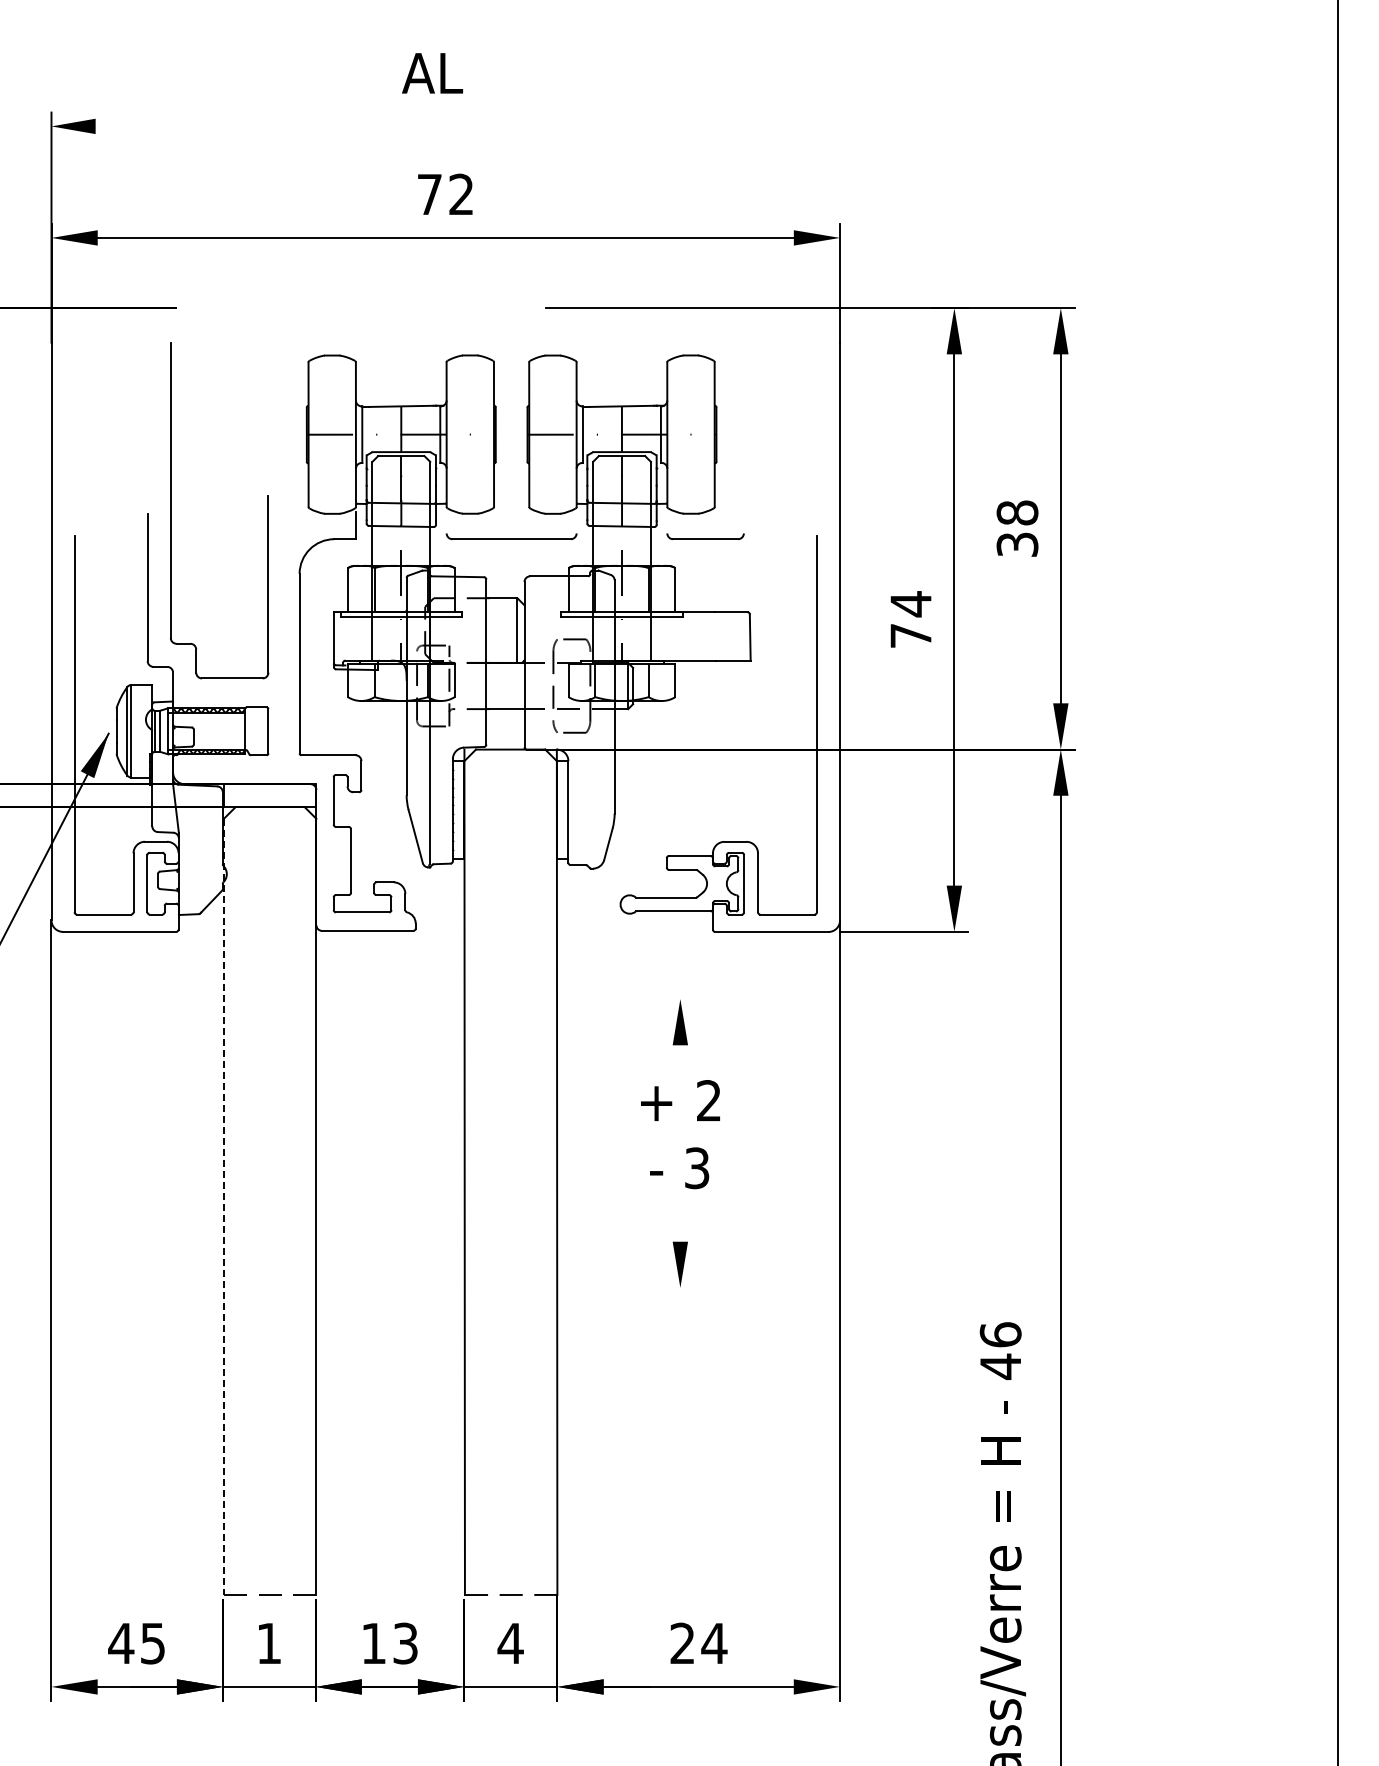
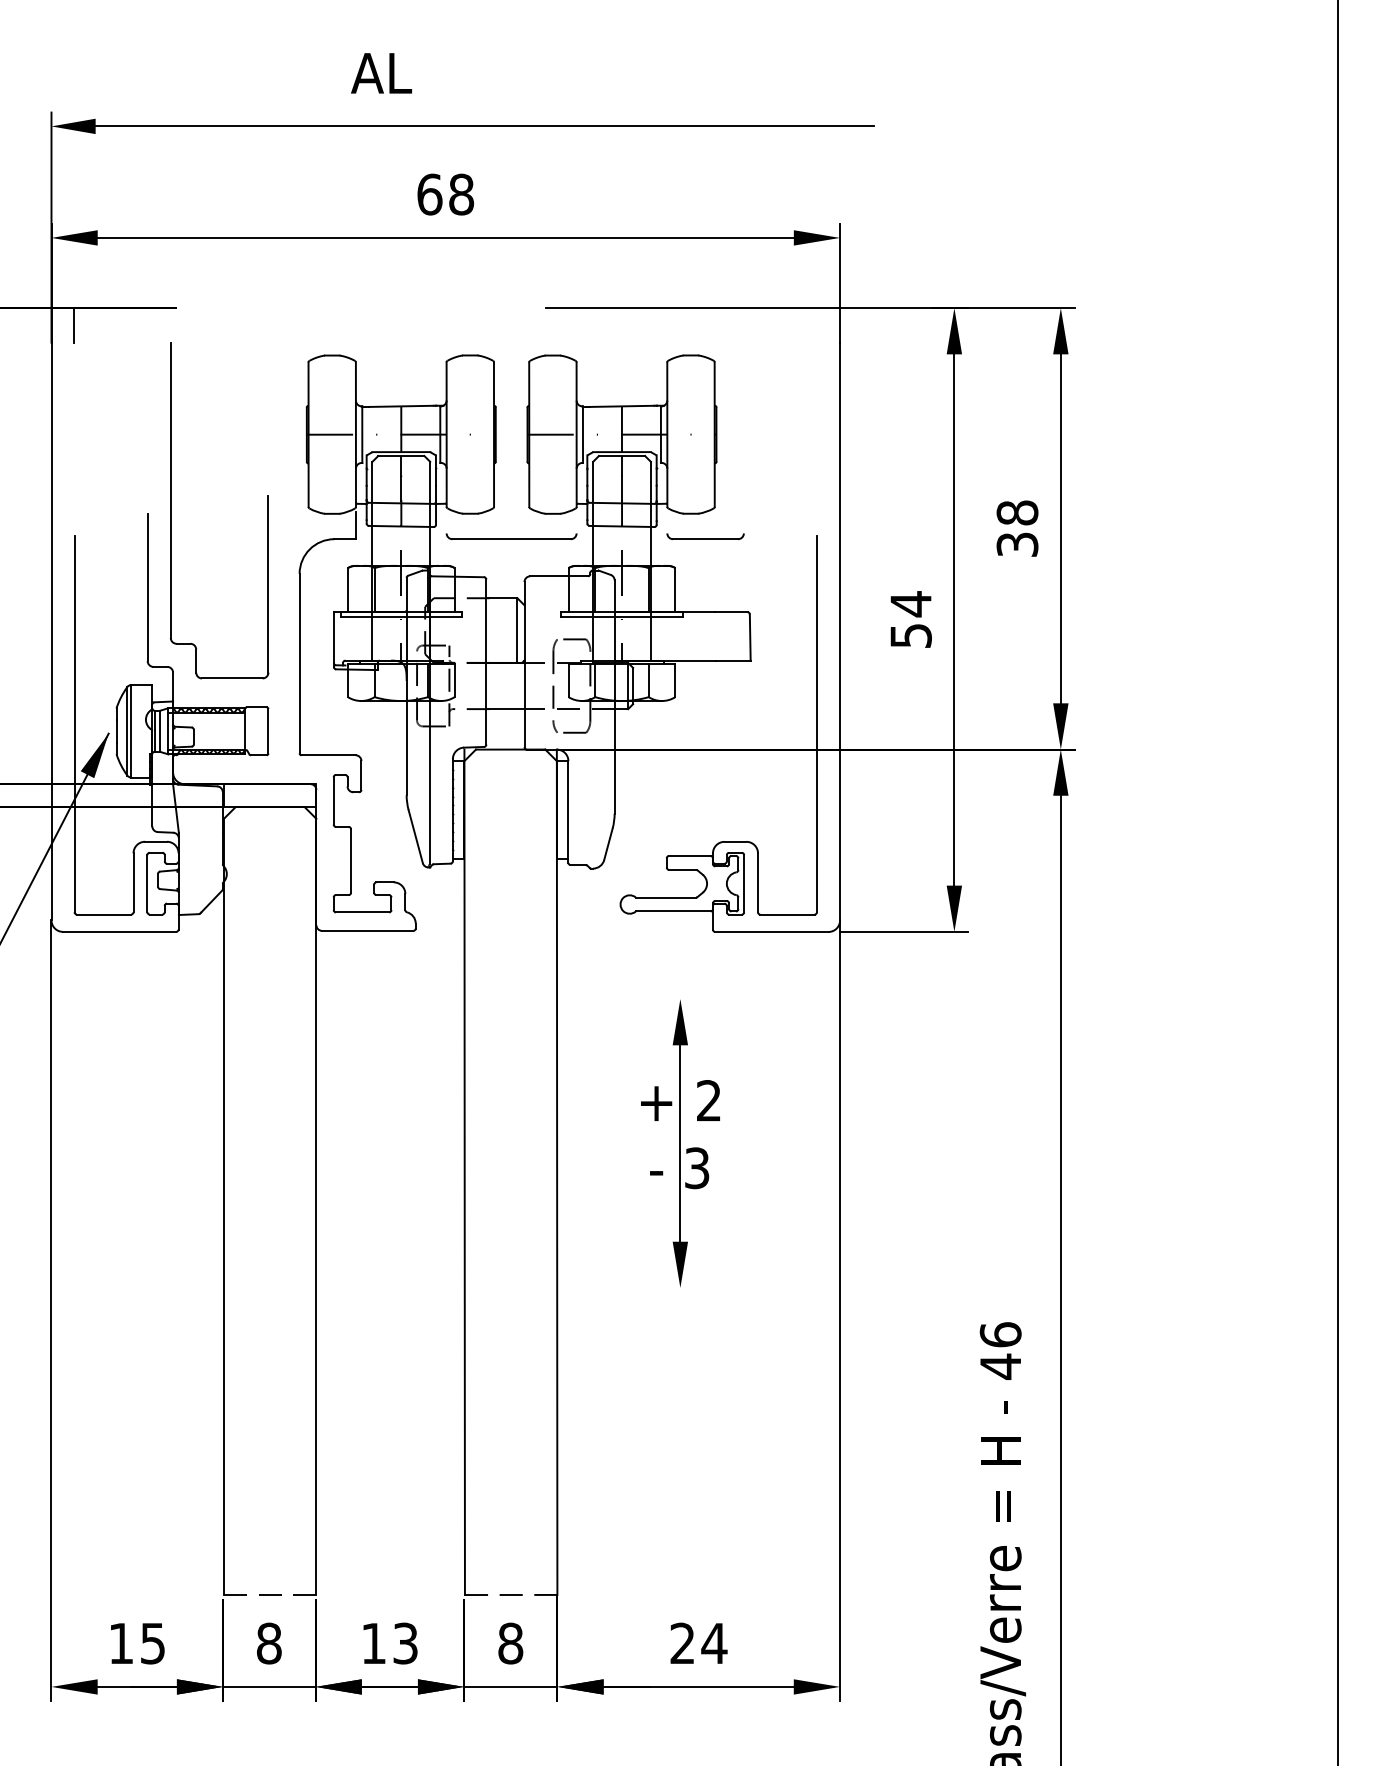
text at (432, 73) position: (432, 73) -> (381, 73)
line at (484, 126): none -> present
text at (445, 194): 72 -> 68
line at (74, 325): none -> present
text at (910, 635): 74 -> 54
line at (680, 1143): none -> present
line at (223, 1207): dashed -> solid
text at (121, 1643): 45 -> 15
text at (269, 1643): 1 -> 8
text at (510, 1643): 4 -> 8
